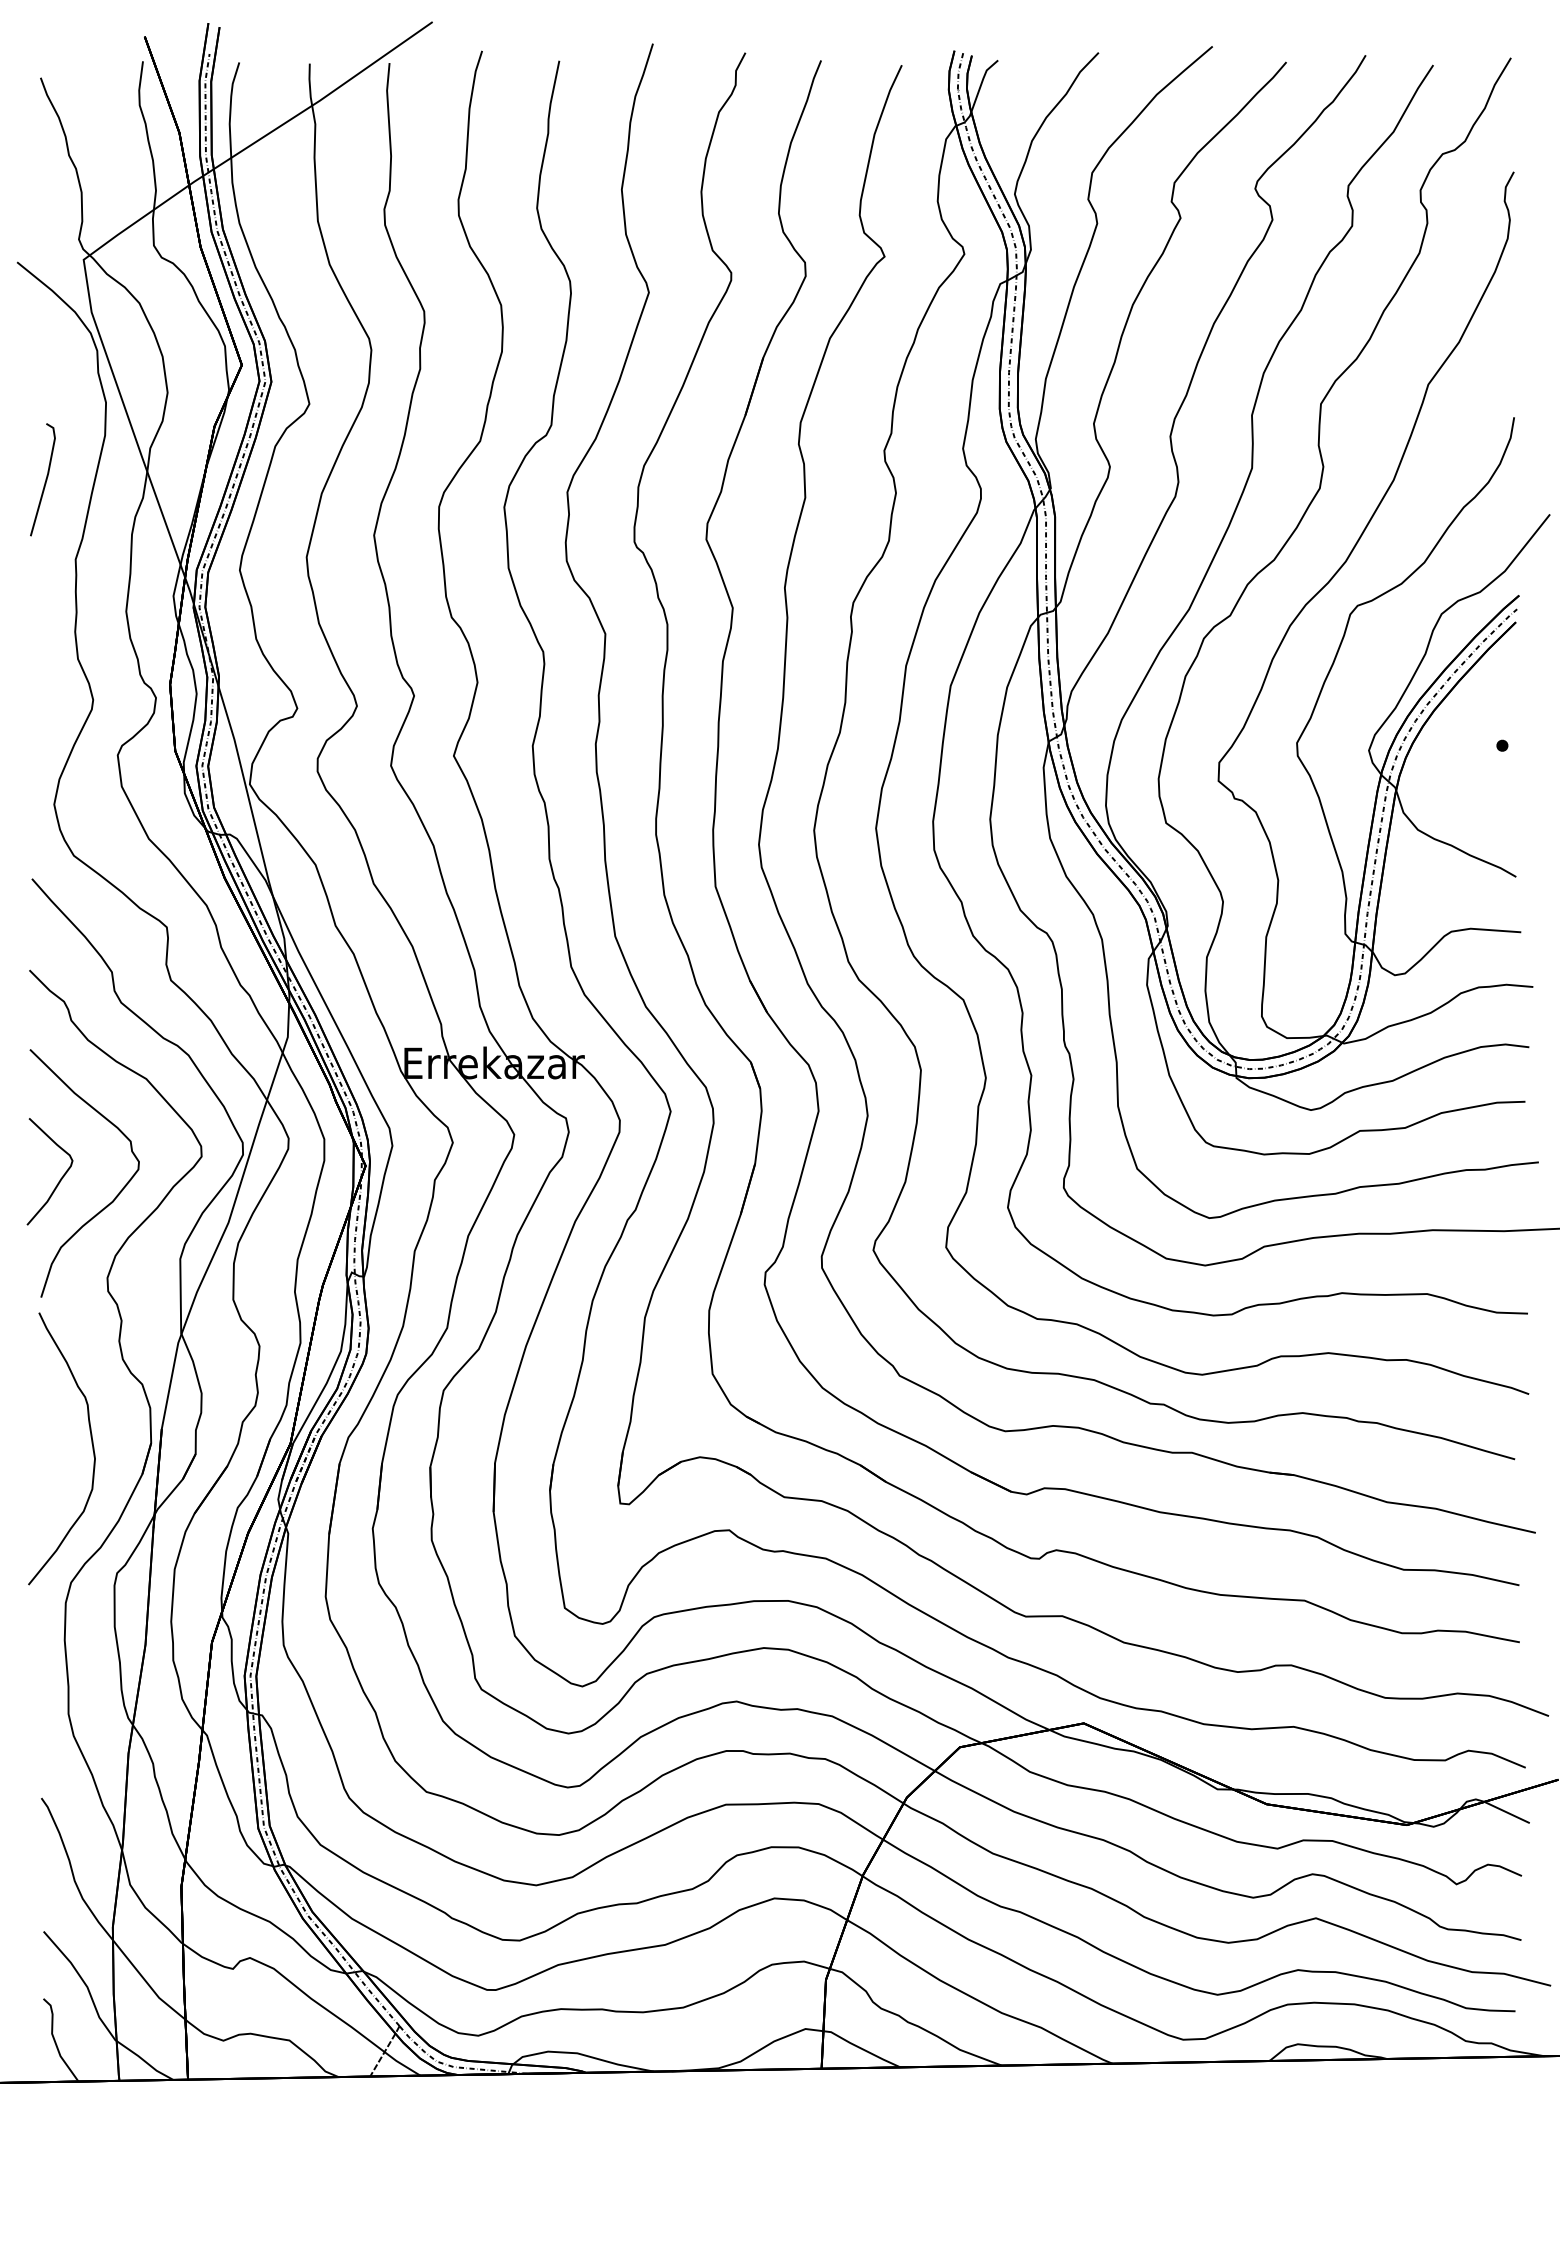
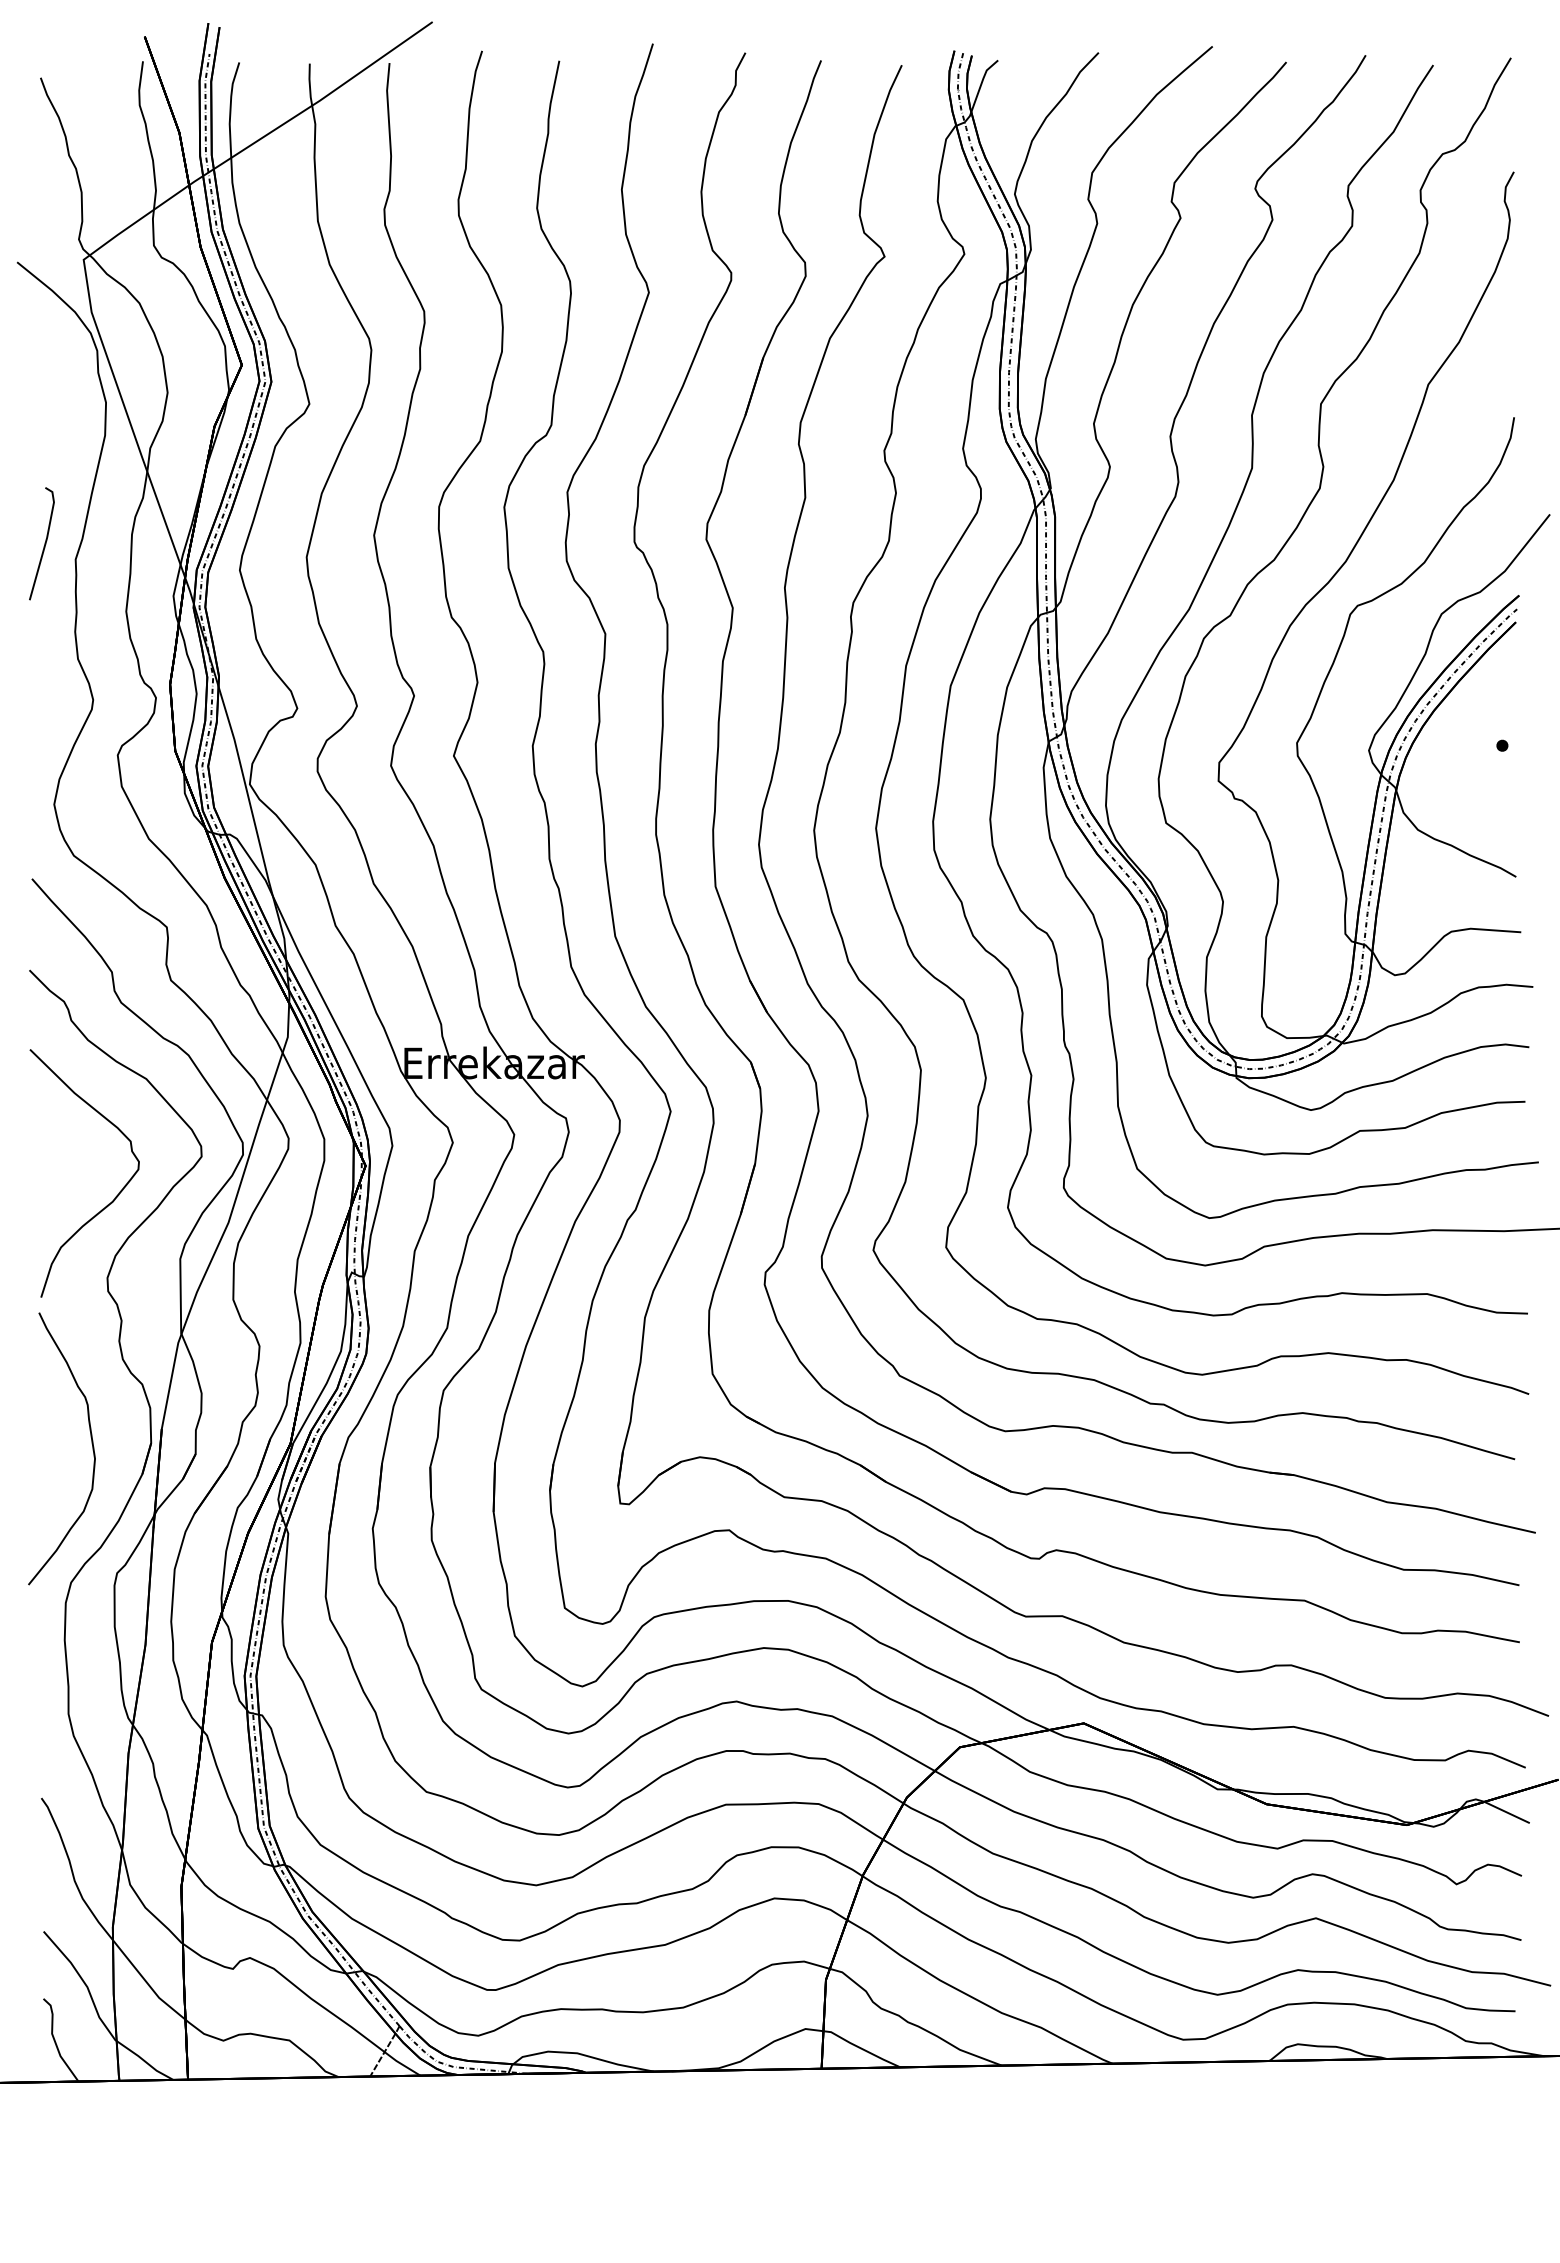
line at (45, 479) position: (45, 479) -> (44, 543)
curve at (60, 1178): present -> none
